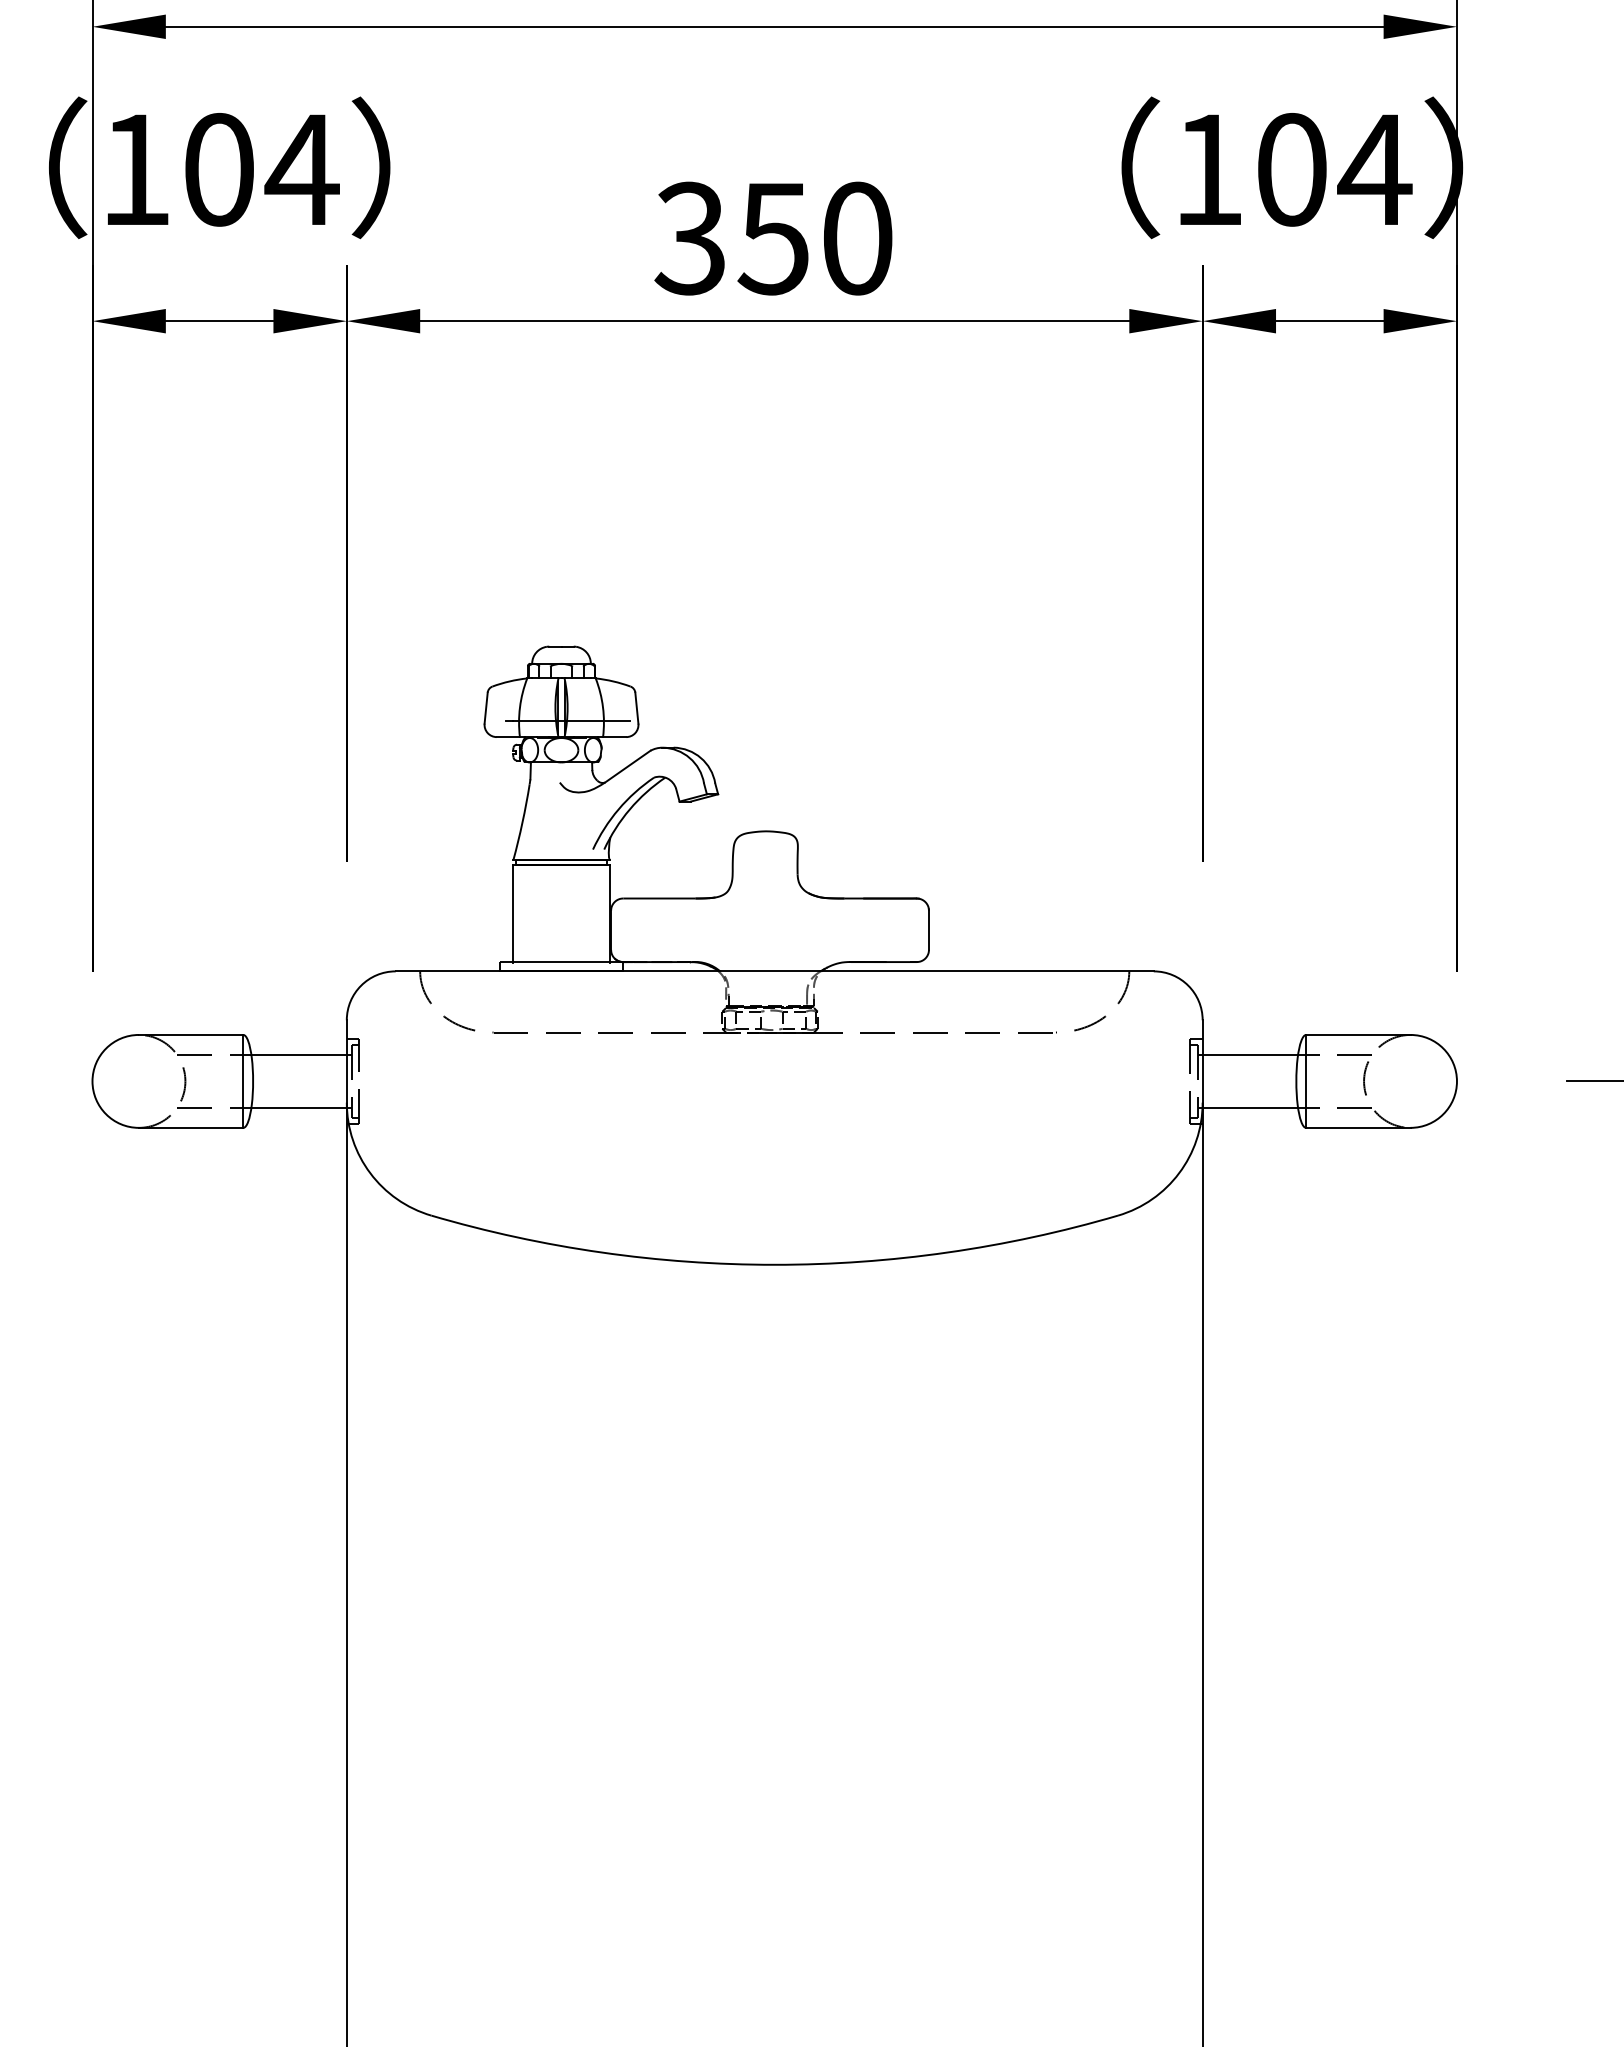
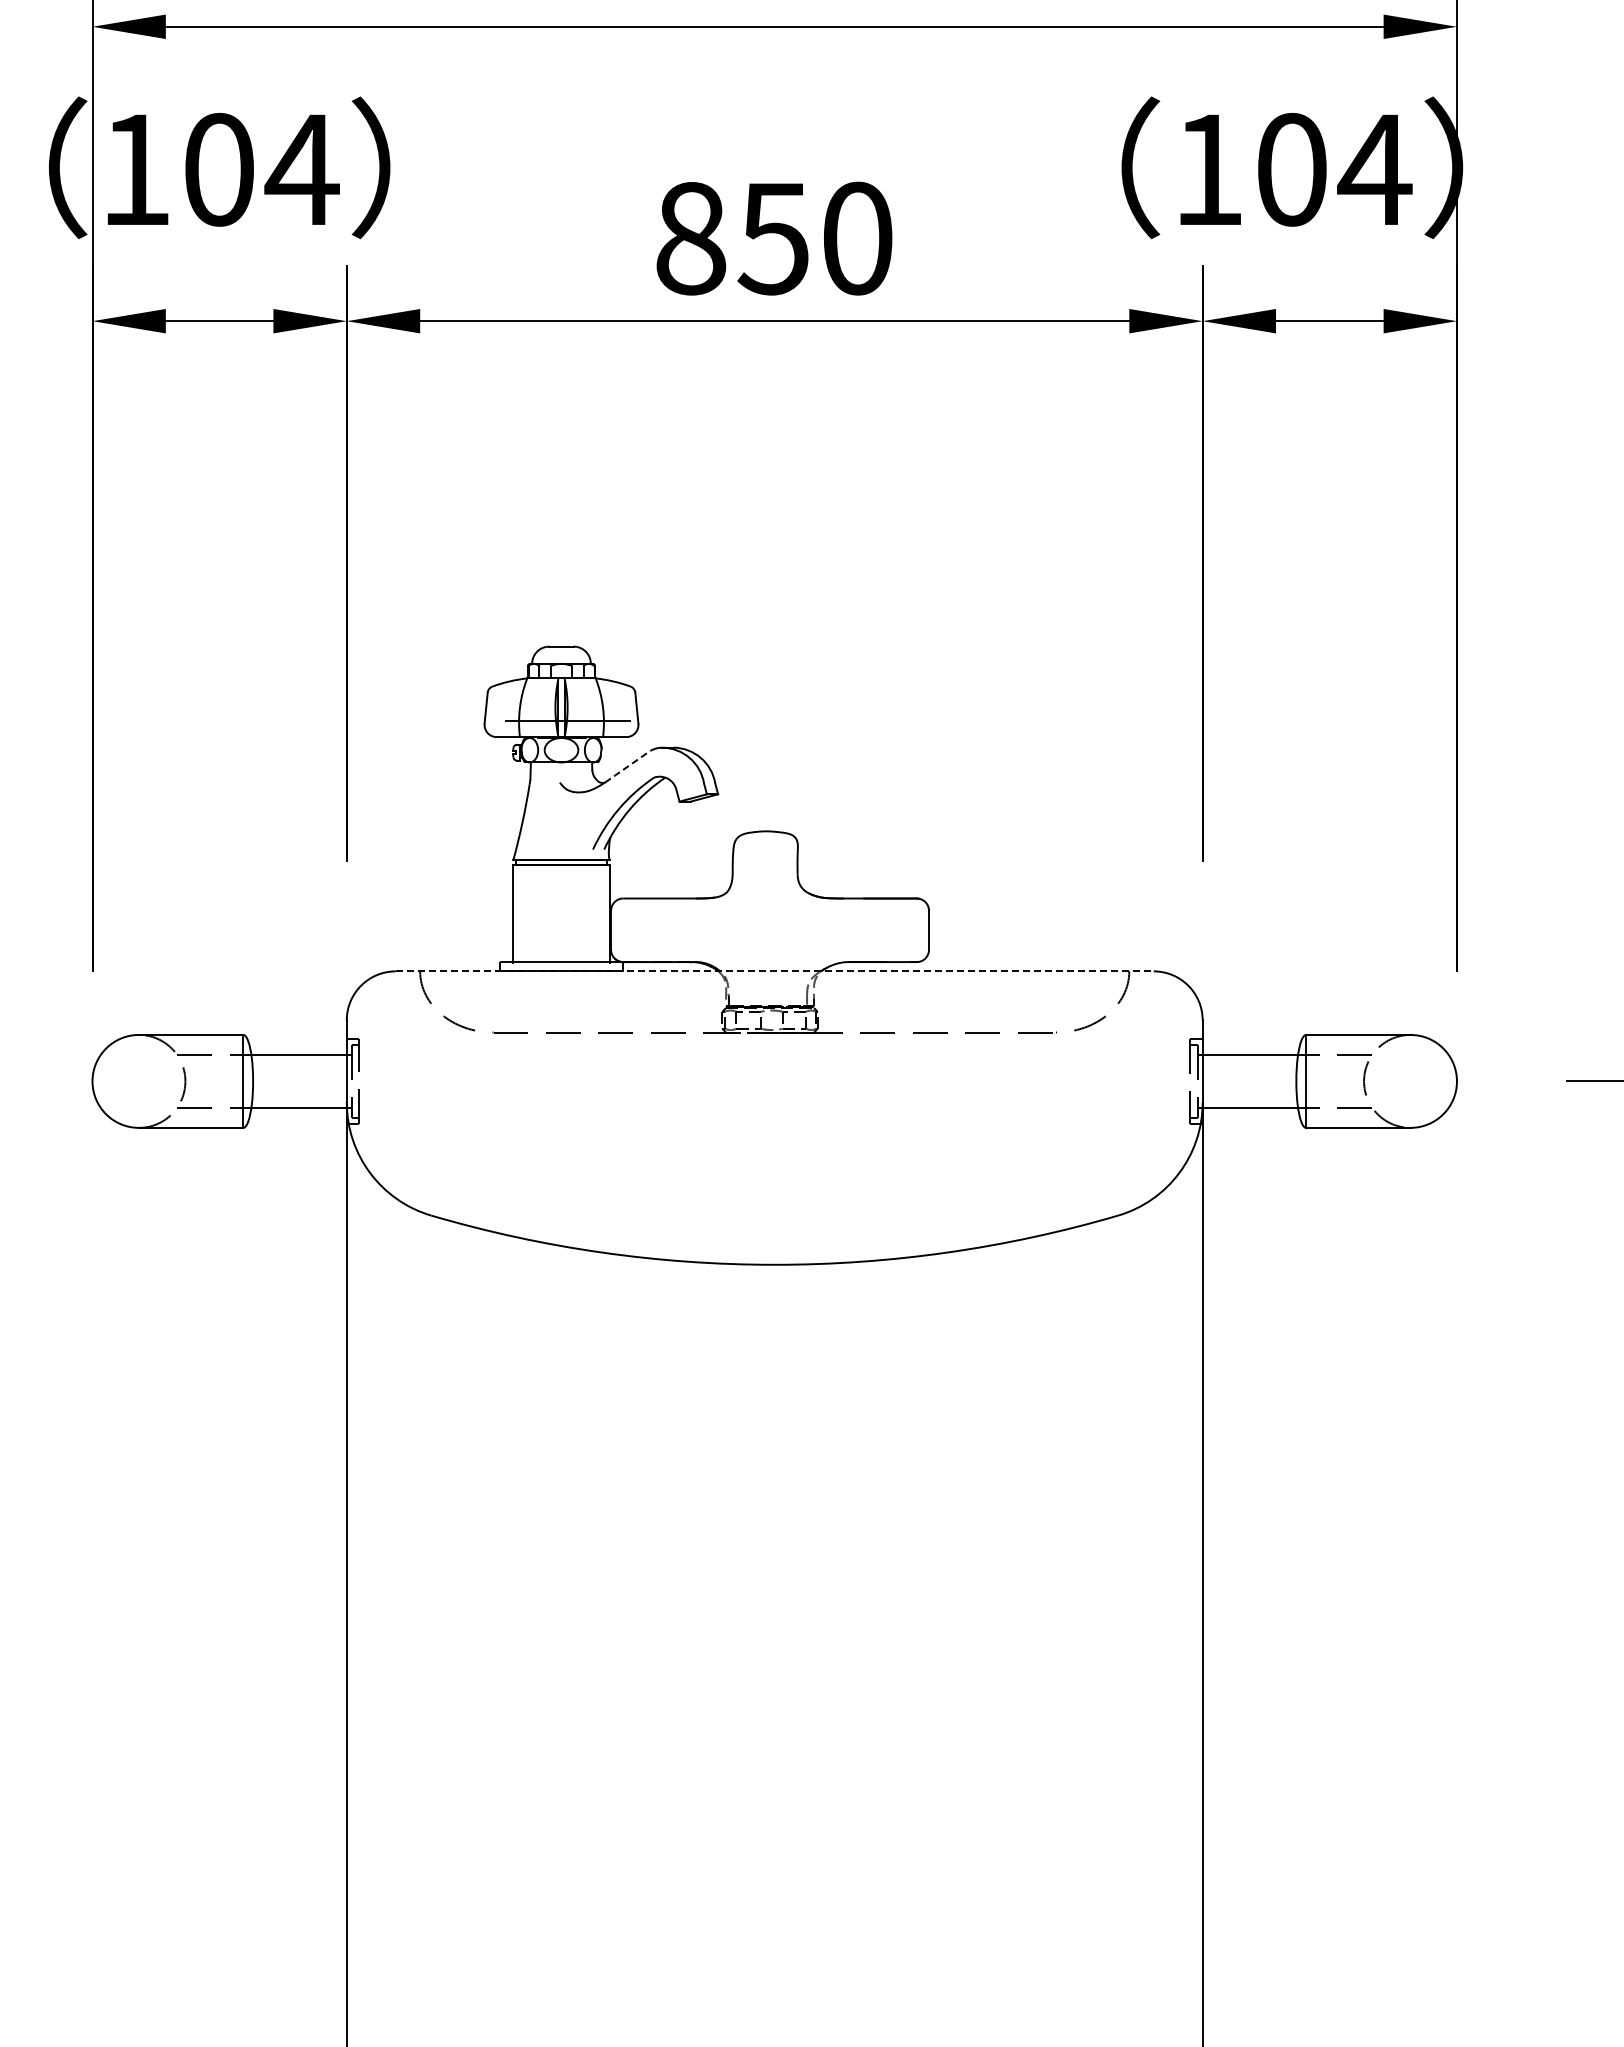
text at (690, 238): 350 -> 850
line at (627, 766): solid -> dashed
line at (775, 971): solid -> dashed
